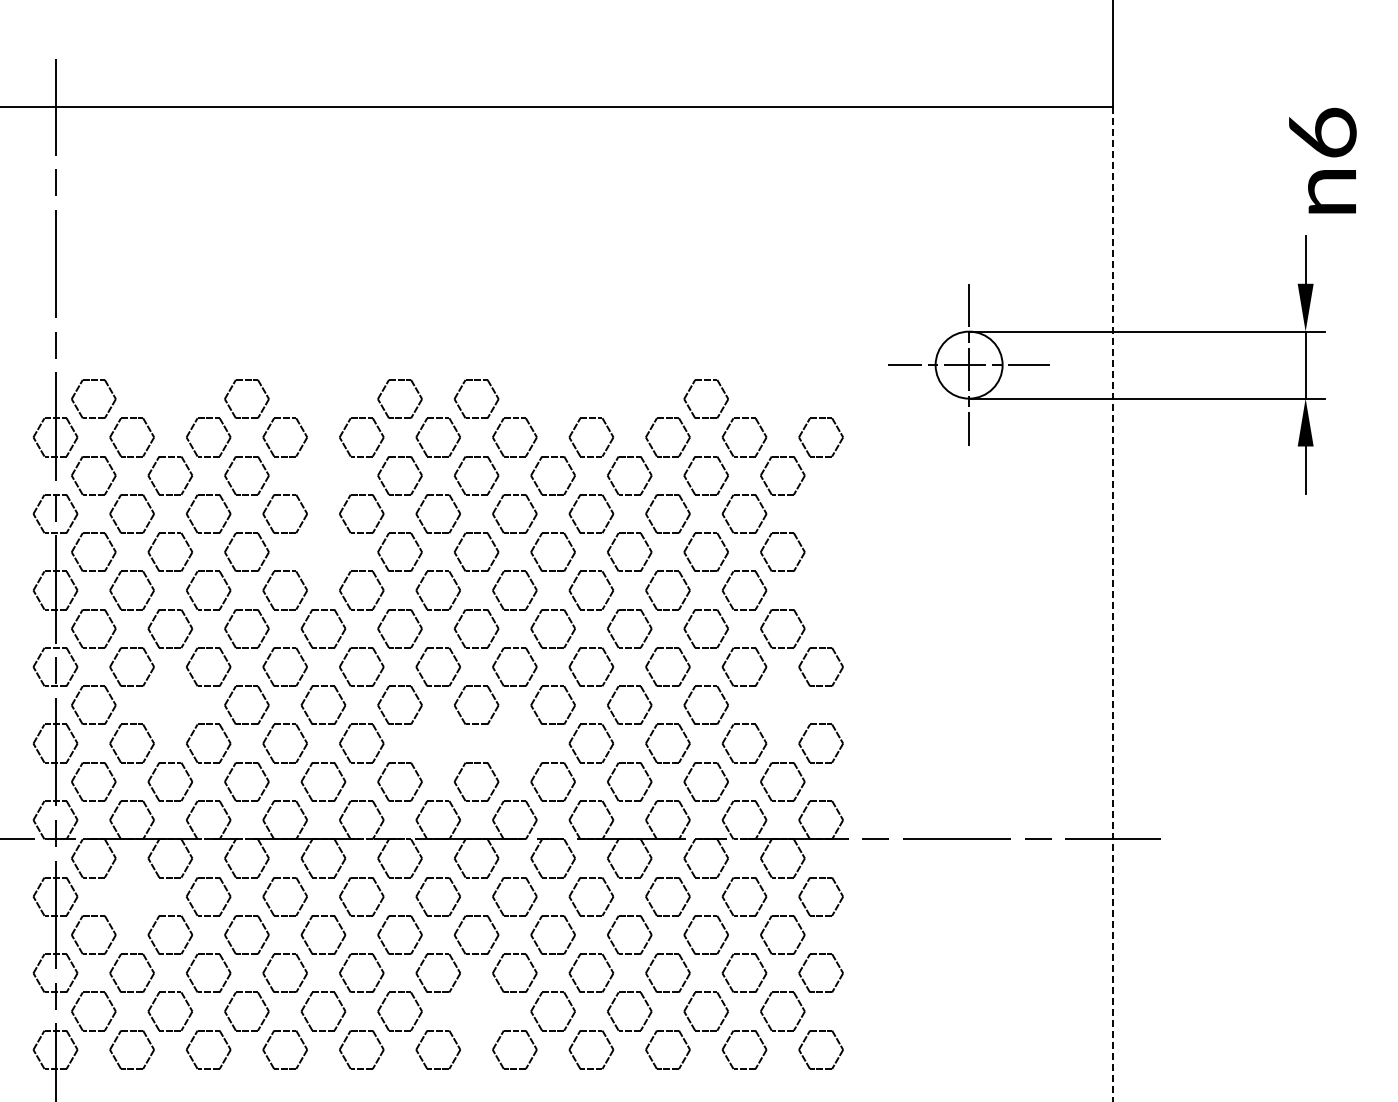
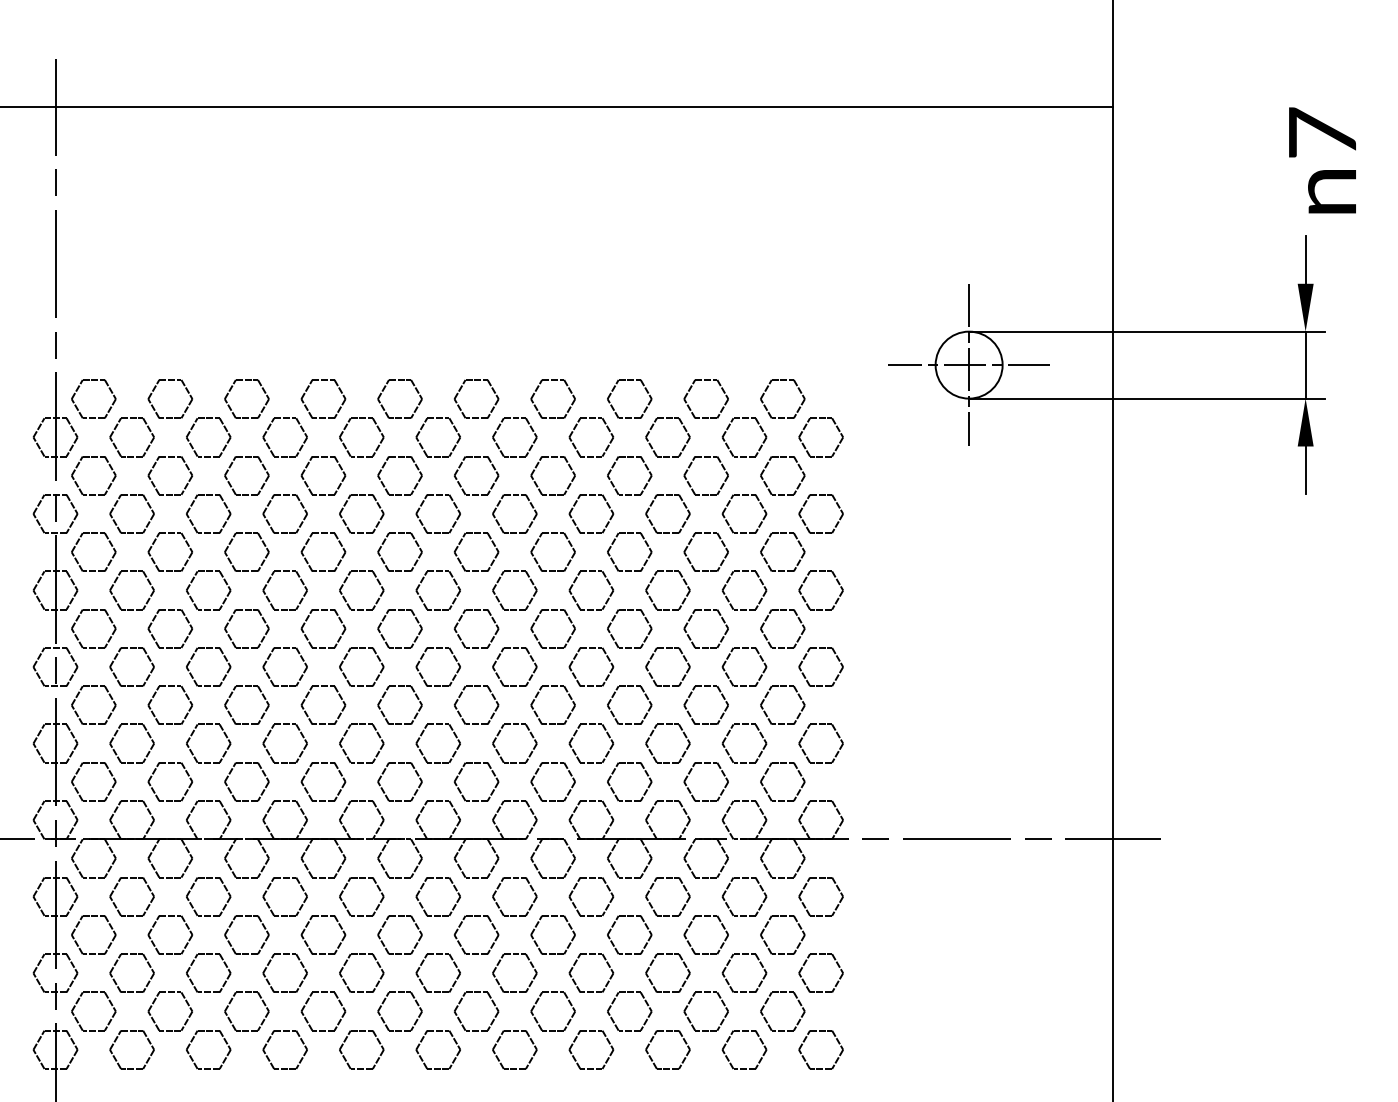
text at (1322, 132): 6 -> 7
part at (309, 387): none -> present
part at (154, 390): none -> present
part at (537, 390): none -> present
part at (613, 391): none -> present
part at (766, 391): none -> present
part at (307, 467): none -> present
part at (806, 503): none -> present
part at (308, 542): none -> present
part at (804, 583): none -> present
line at (1112, 604): dashed -> solid
part at (768, 694): none -> present
part at (154, 696): none -> present
part at (423, 733): none -> present
part at (499, 734): none -> present
part at (115, 889): none -> present
part at (460, 1003): none -> present
